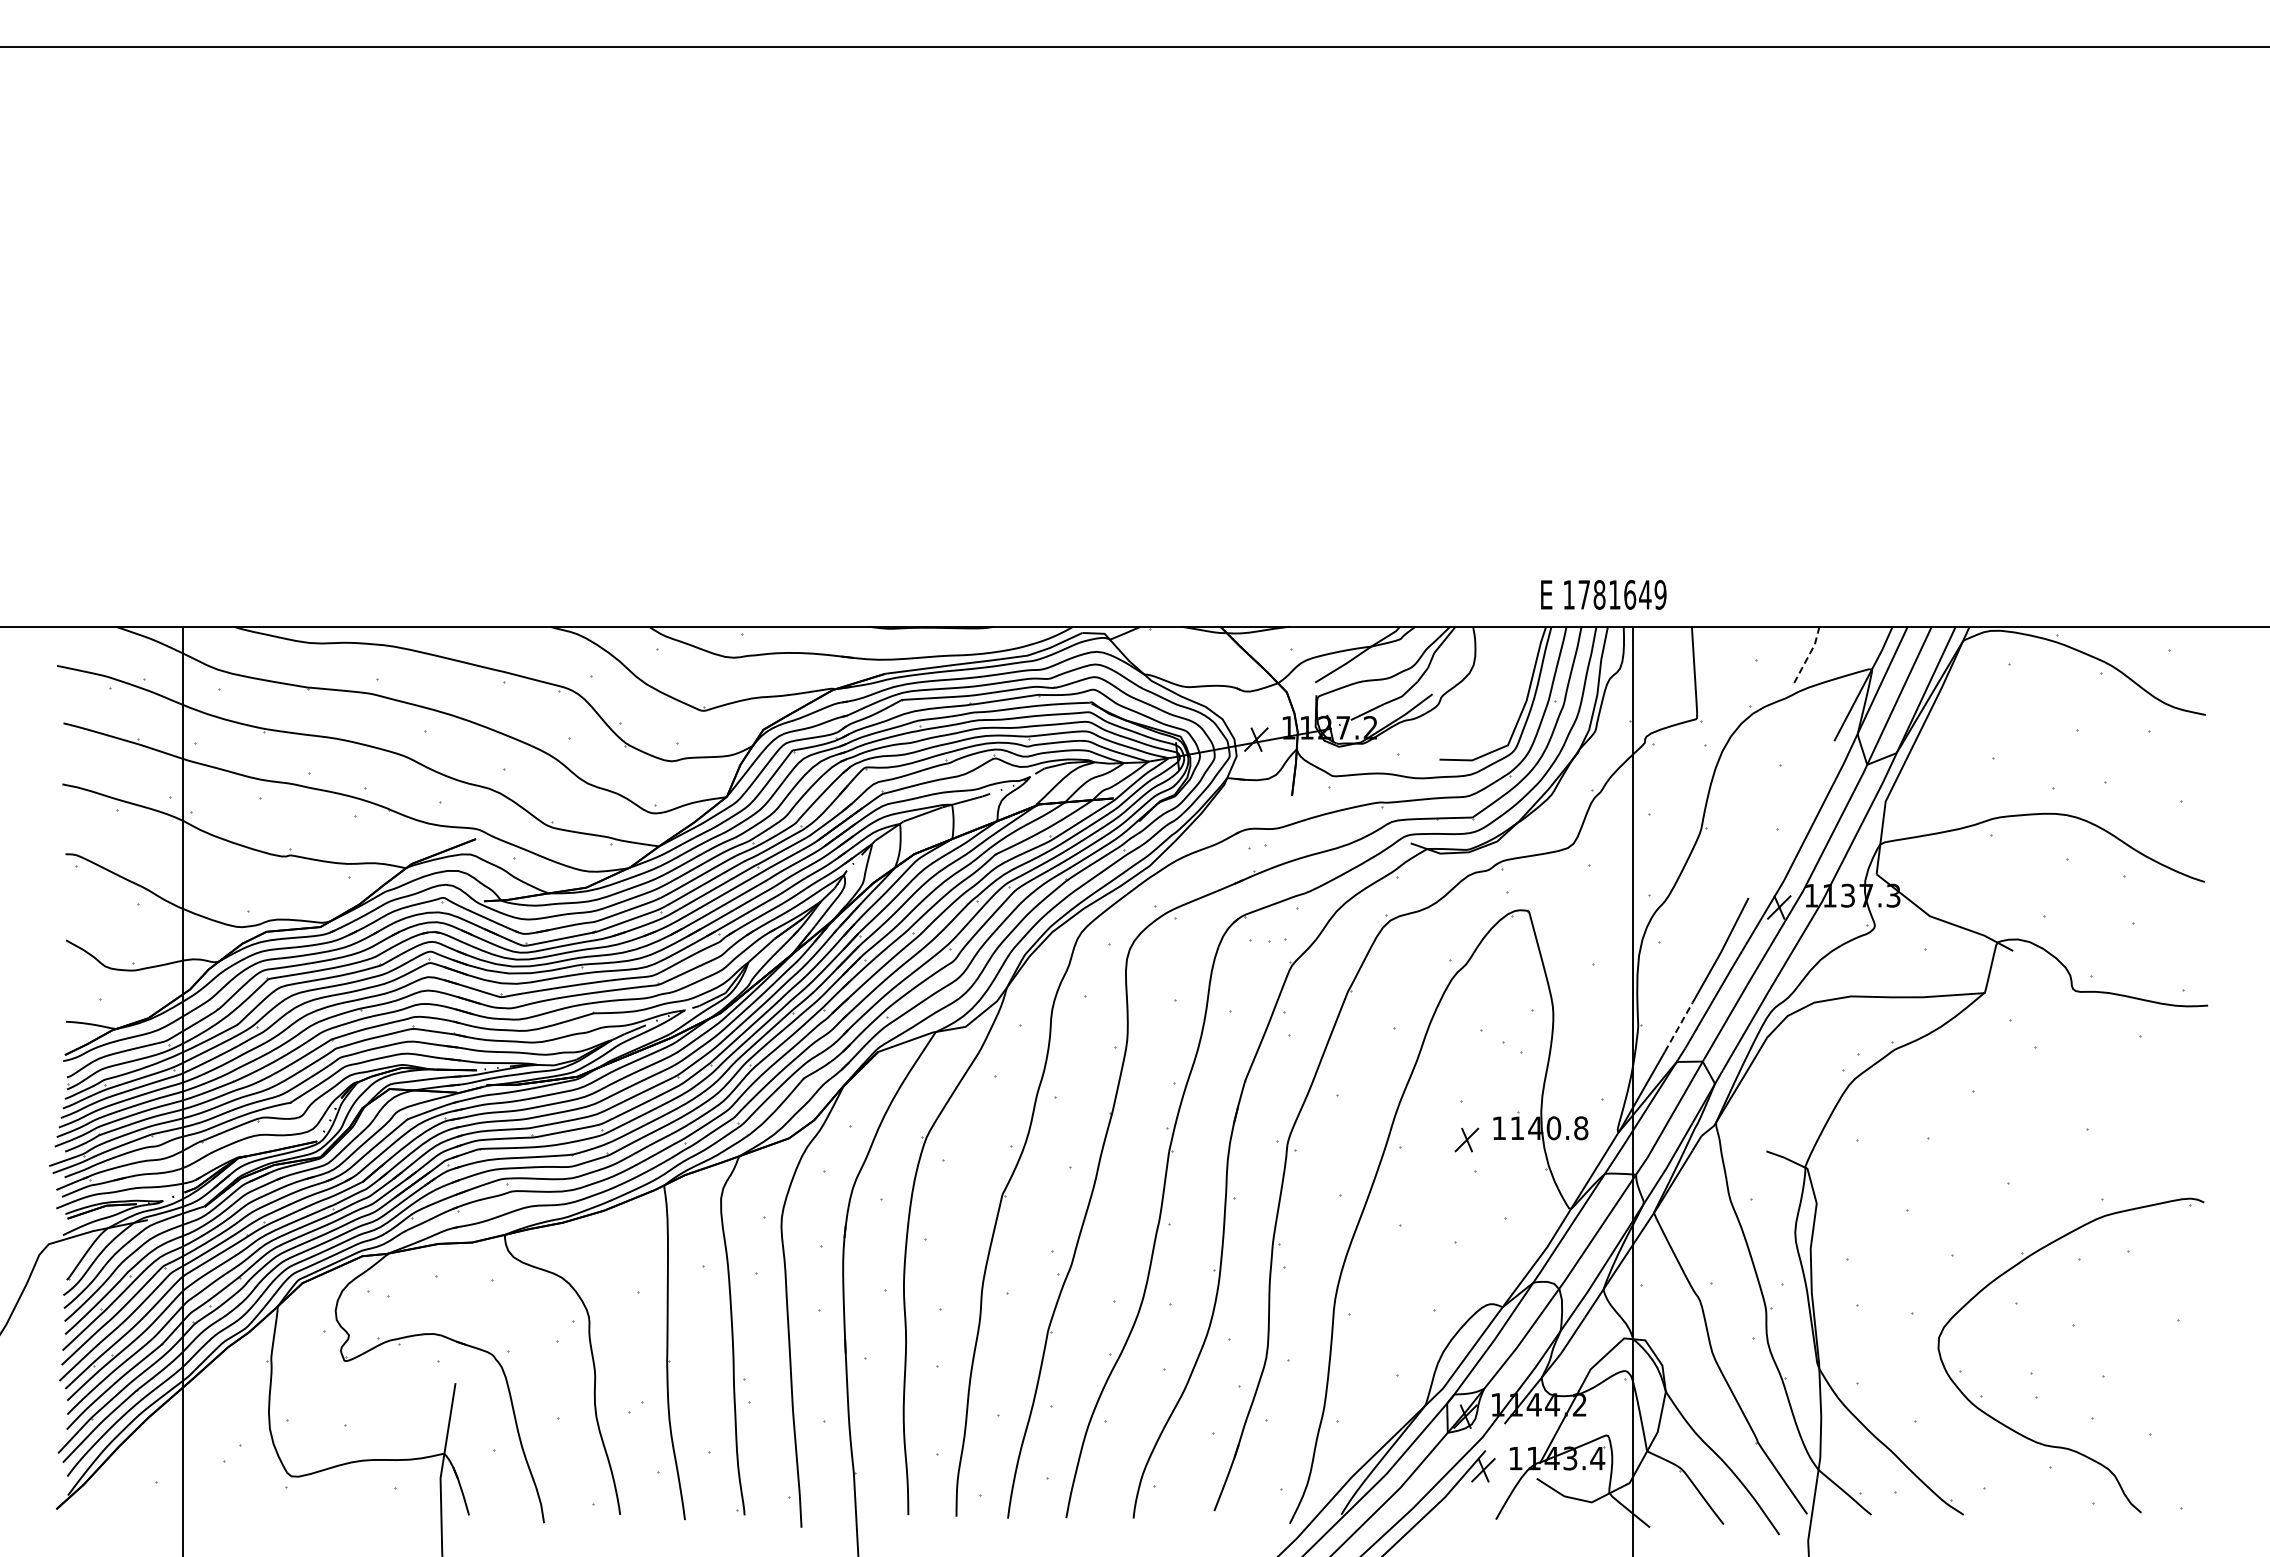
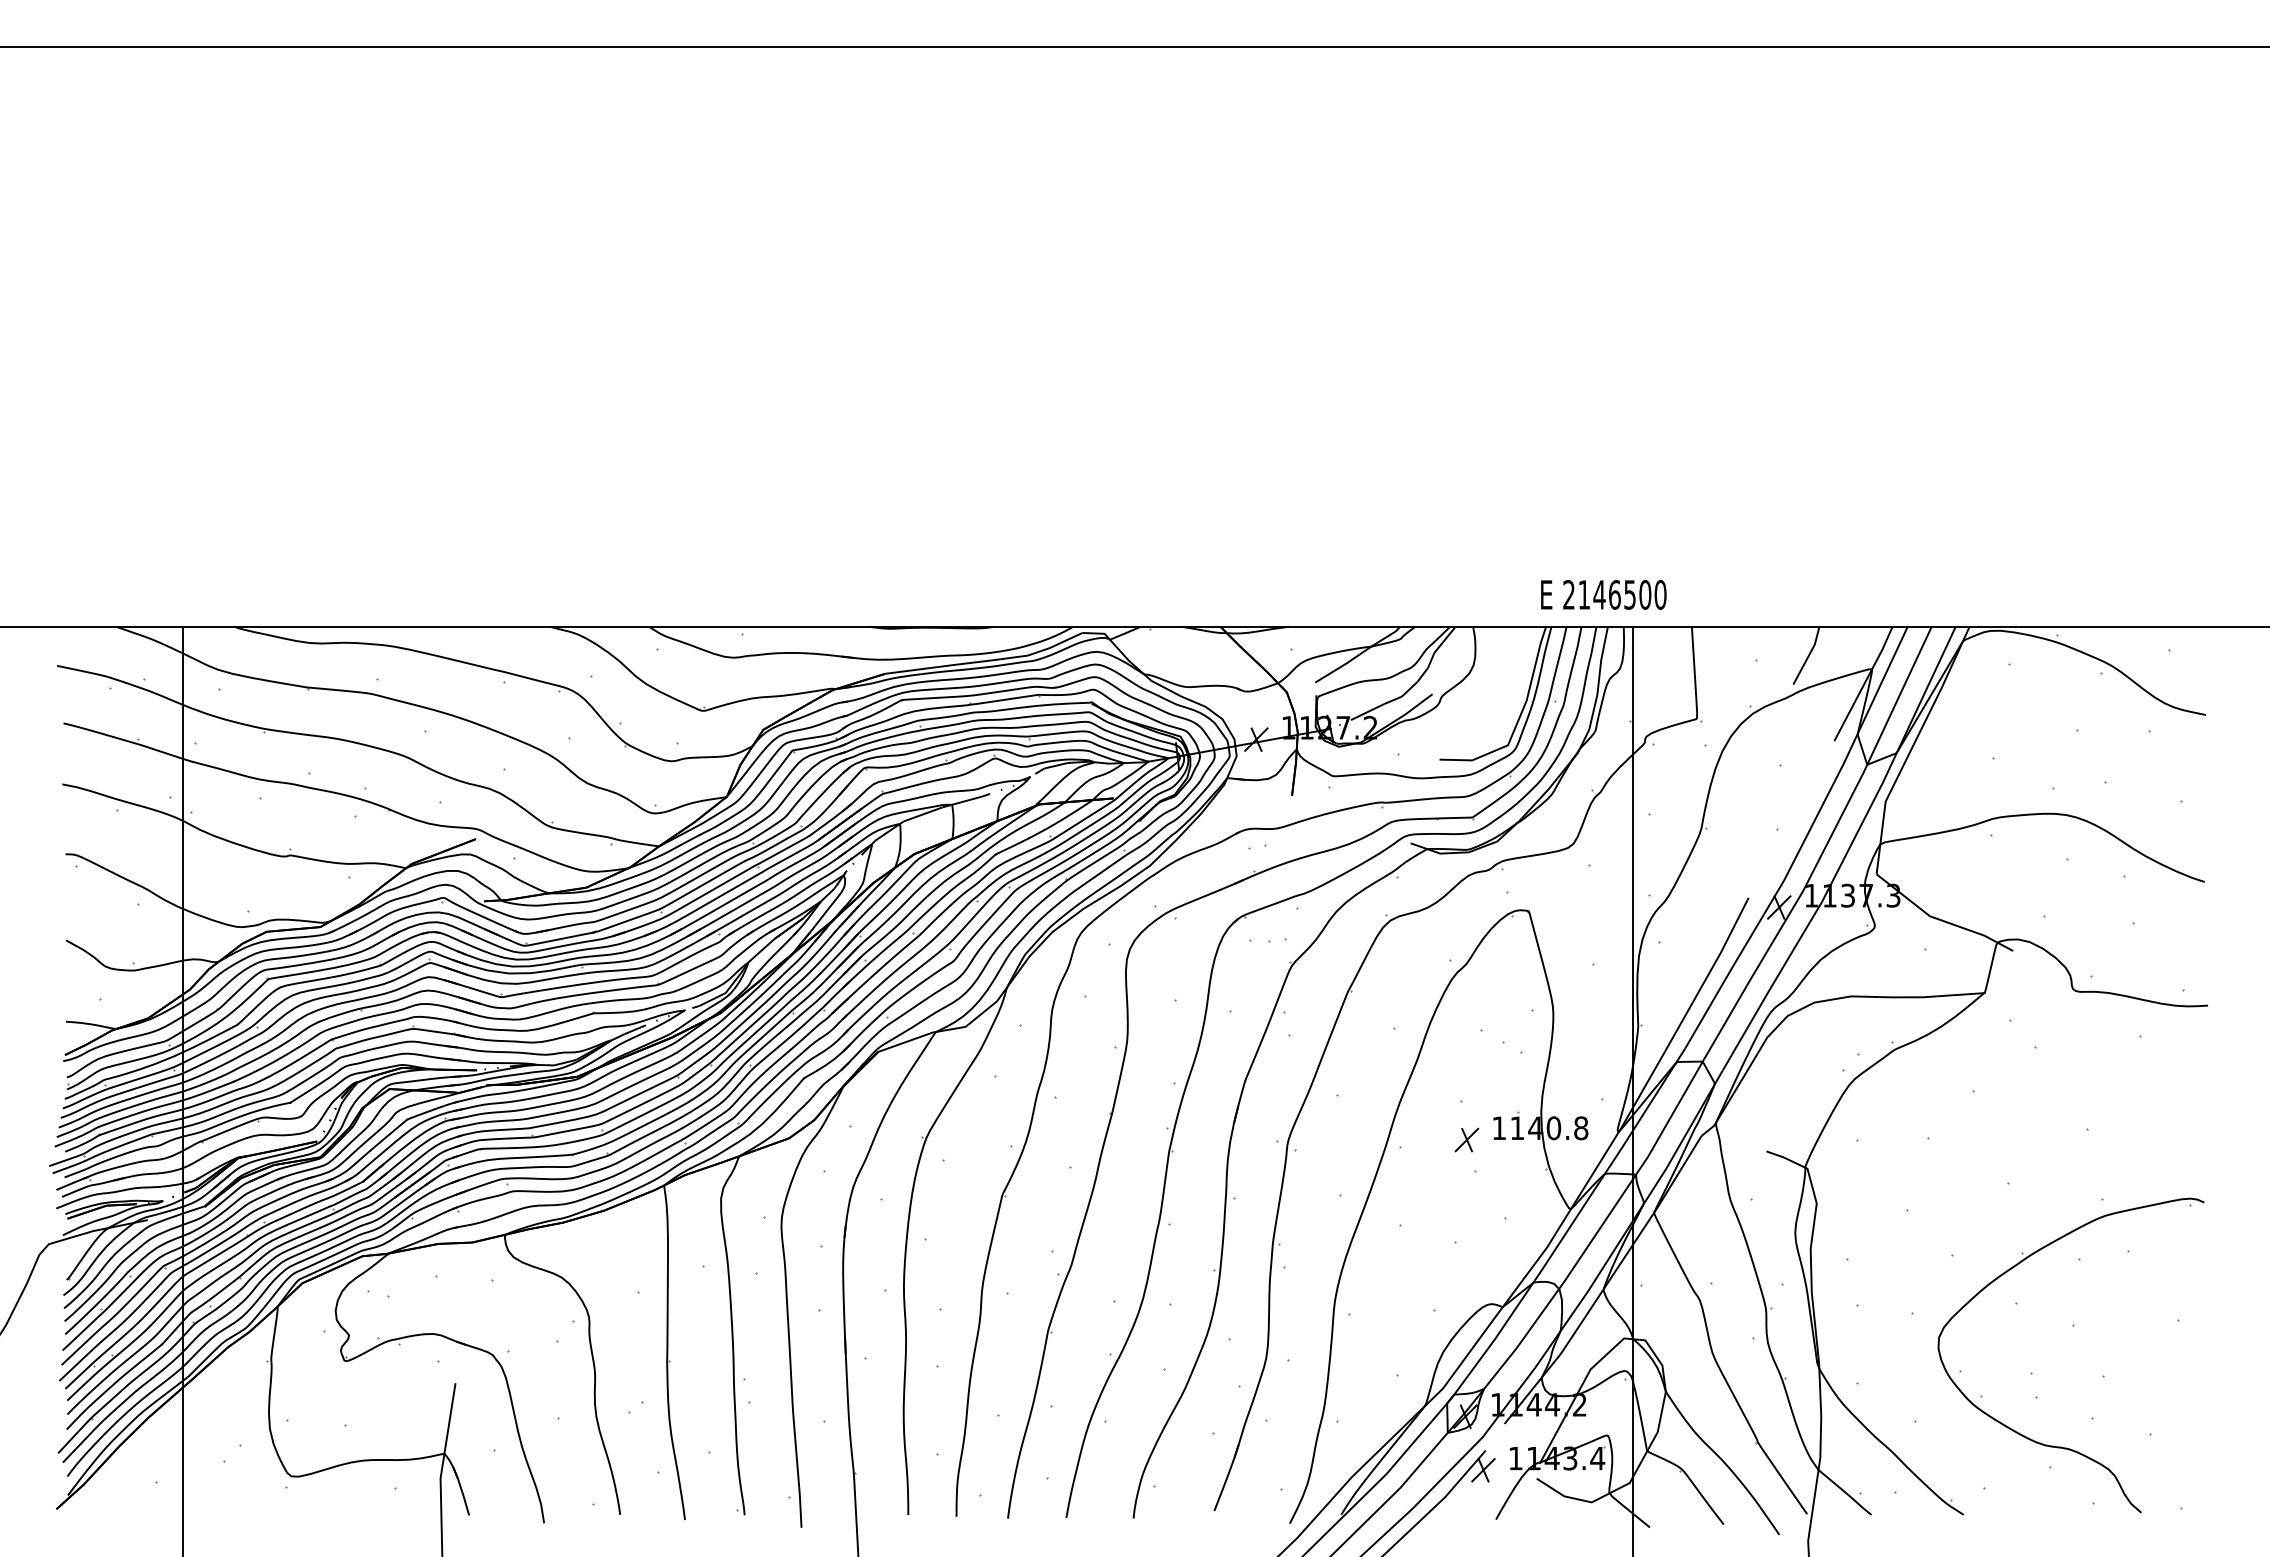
text at (1614, 594): 1781649 -> 2146500
line at (1808, 655): dashed -> solid
line at (1679, 1026): dashed -> solid
